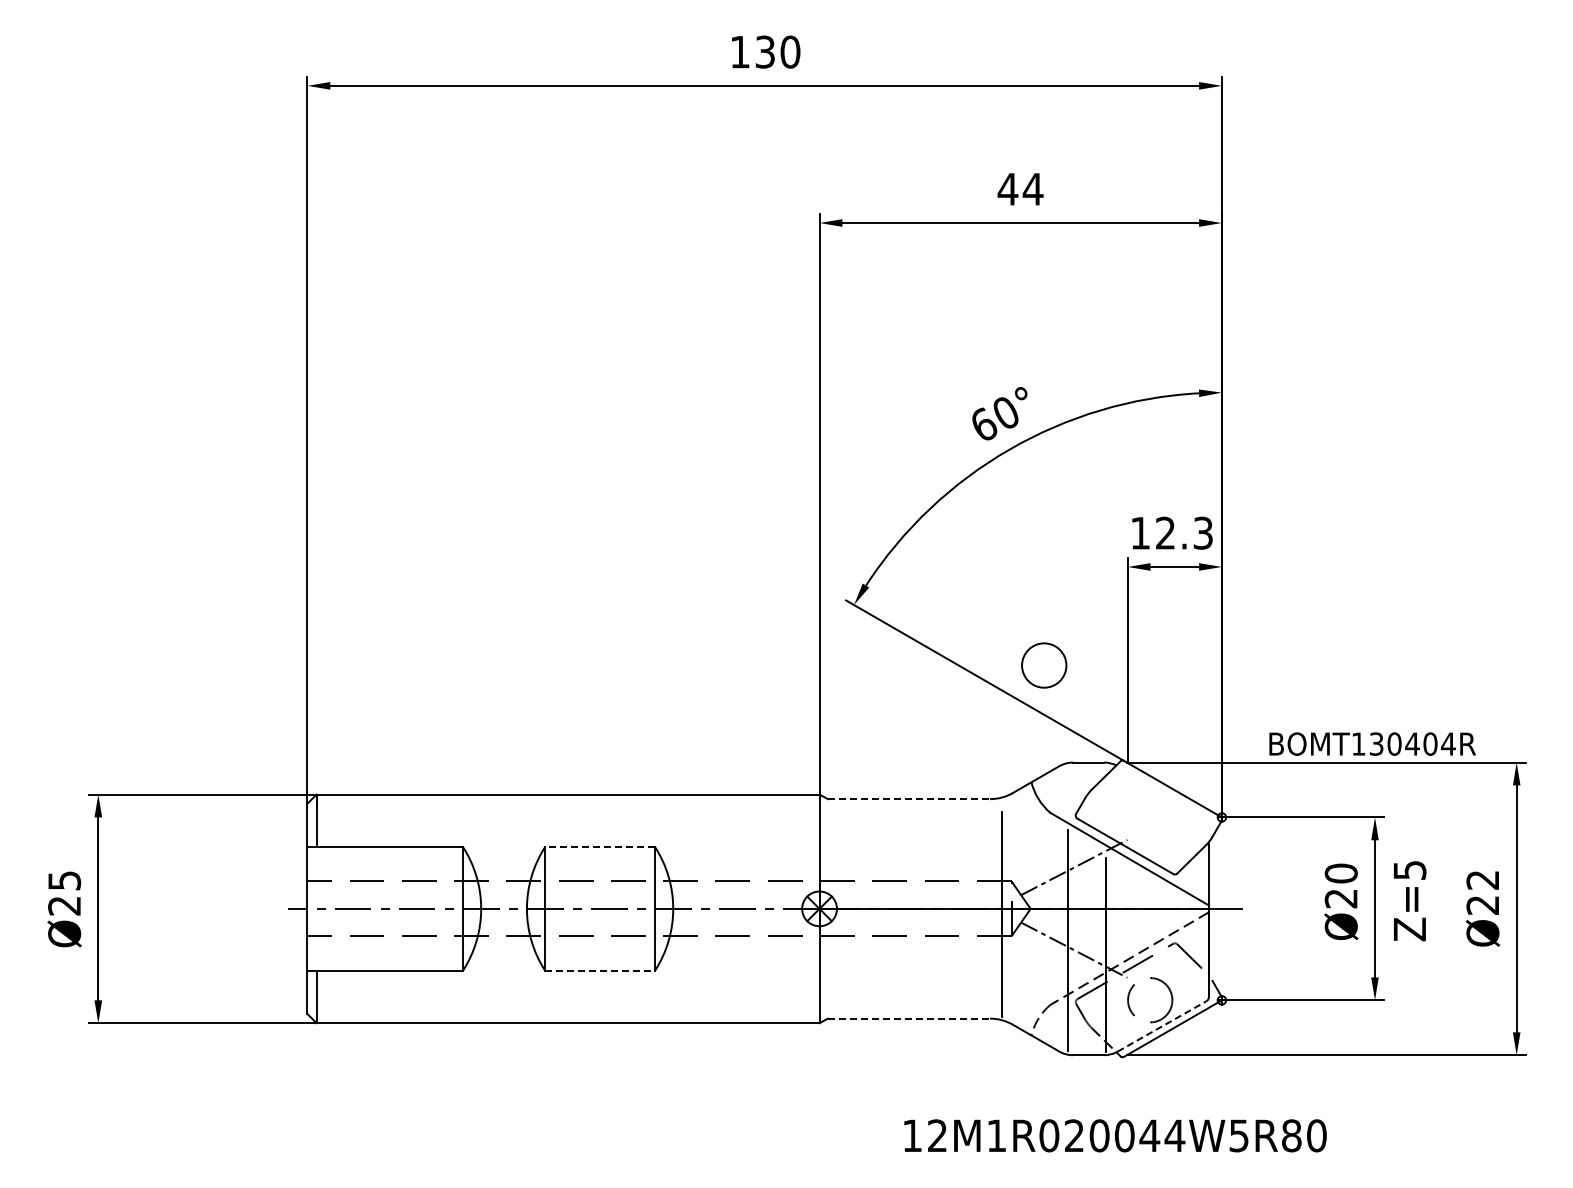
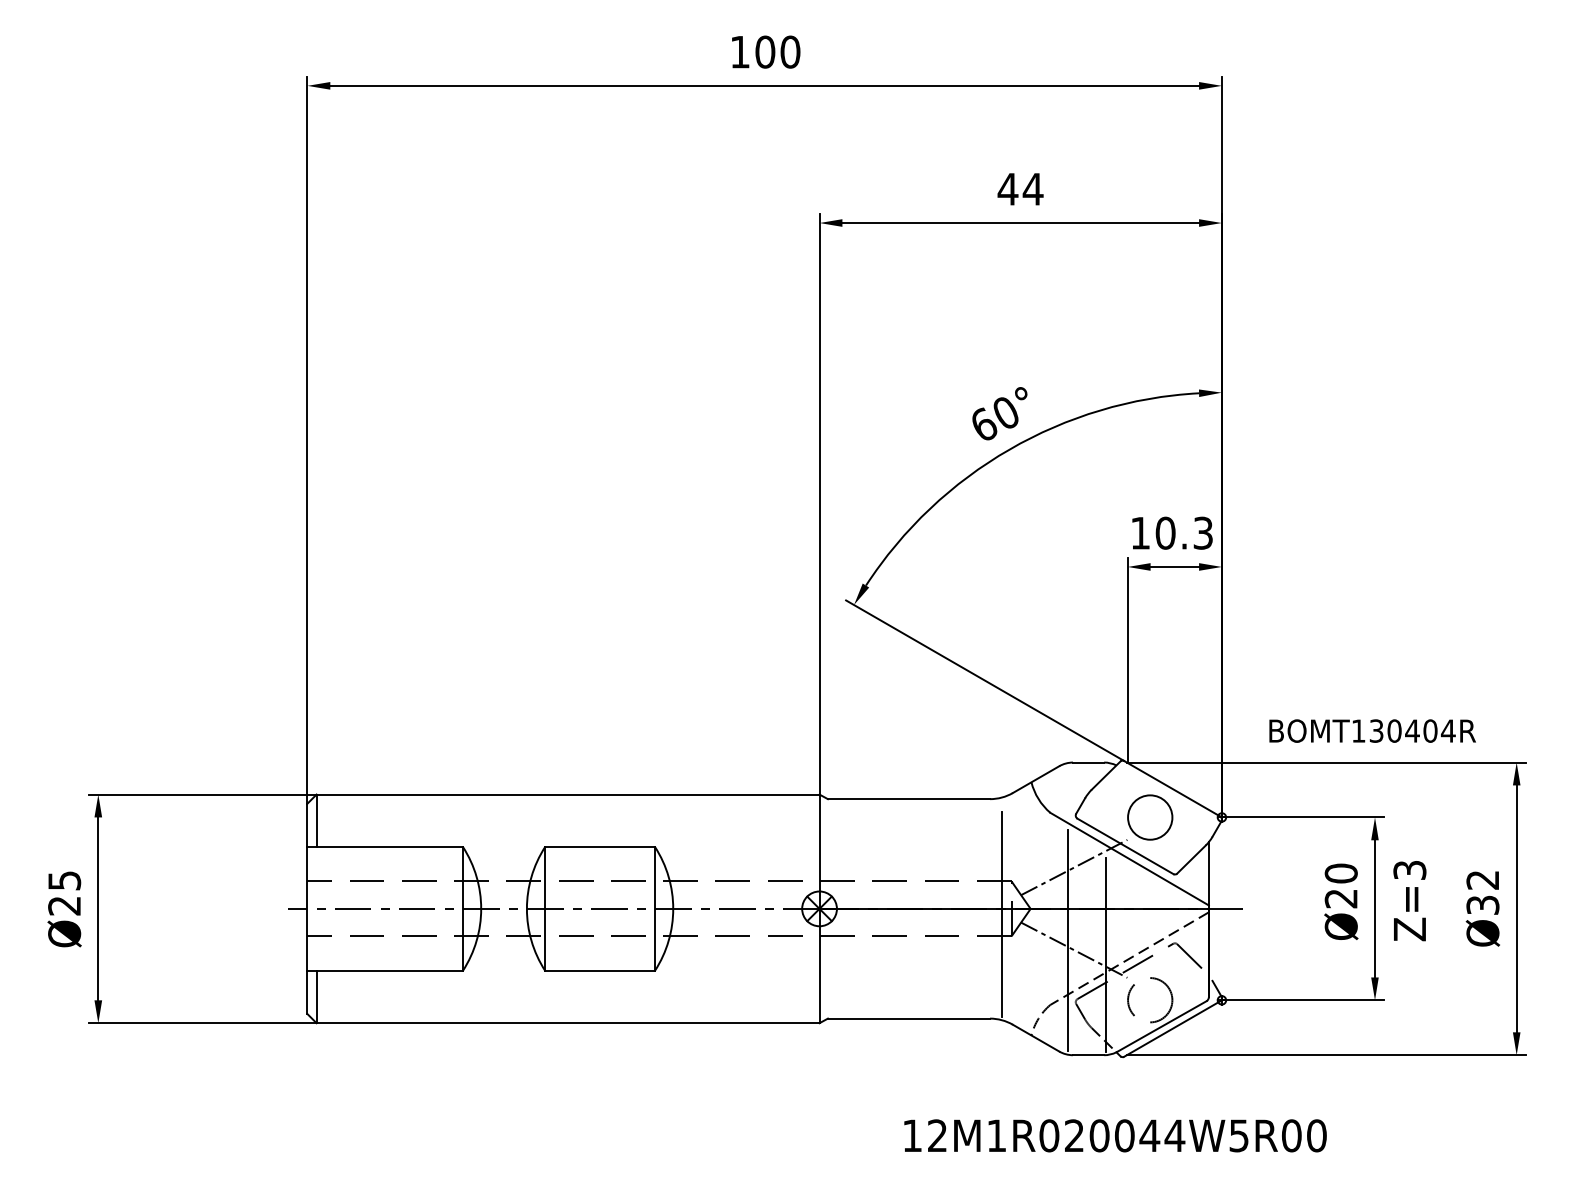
text at (765, 51): 130 -> 100
text at (1165, 532): 12.3 -> 10.3
circle at (1044, 665) position: (1044, 665) -> (1150, 817)
text at (1372, 743) position: (1372, 743) -> (1372, 730)
line at (909, 799): dashed -> solid
line at (600, 846): dashed -> solid
text at (1409, 870): Z=5 -> Z=3
text at (1482, 904): Ø22 -> Ø32
line at (600, 970): dashed -> solid
line at (909, 1018): dashed -> solid
line at (1162, 1026): dashed -> solid
text at (1291, 1135): 12M1R020044W5R80 -> 12M1R020044W5R00
